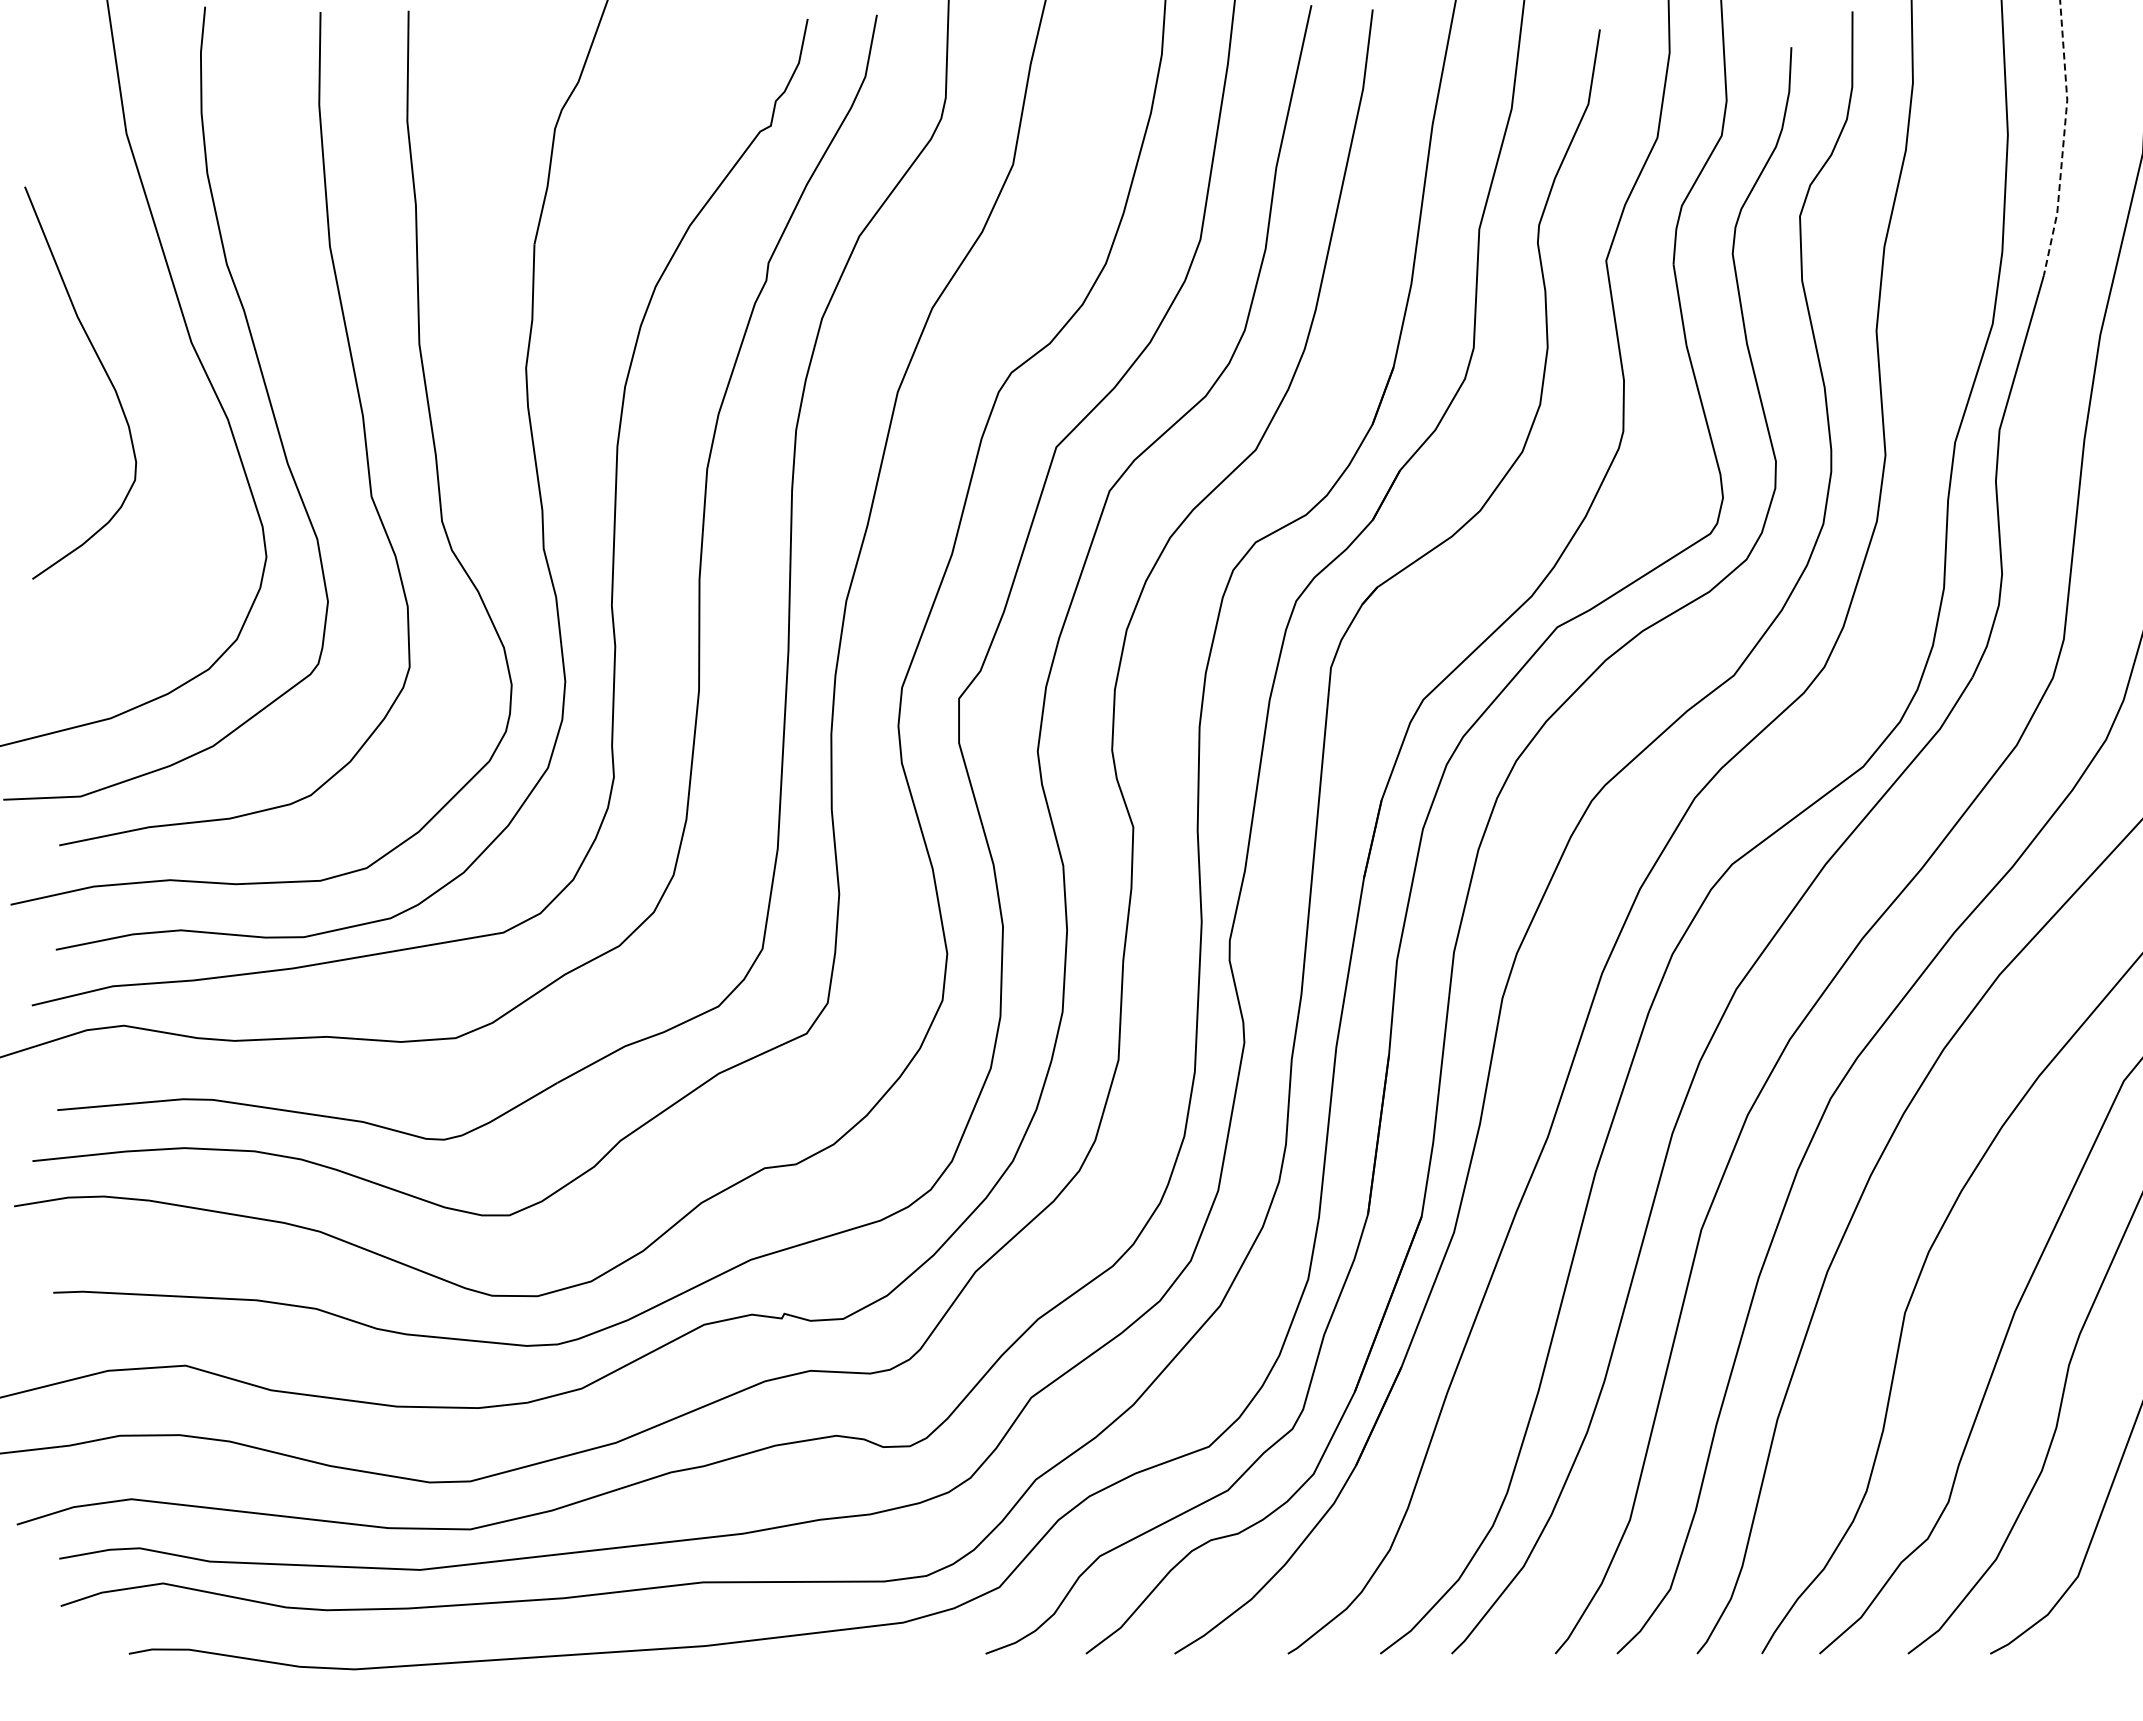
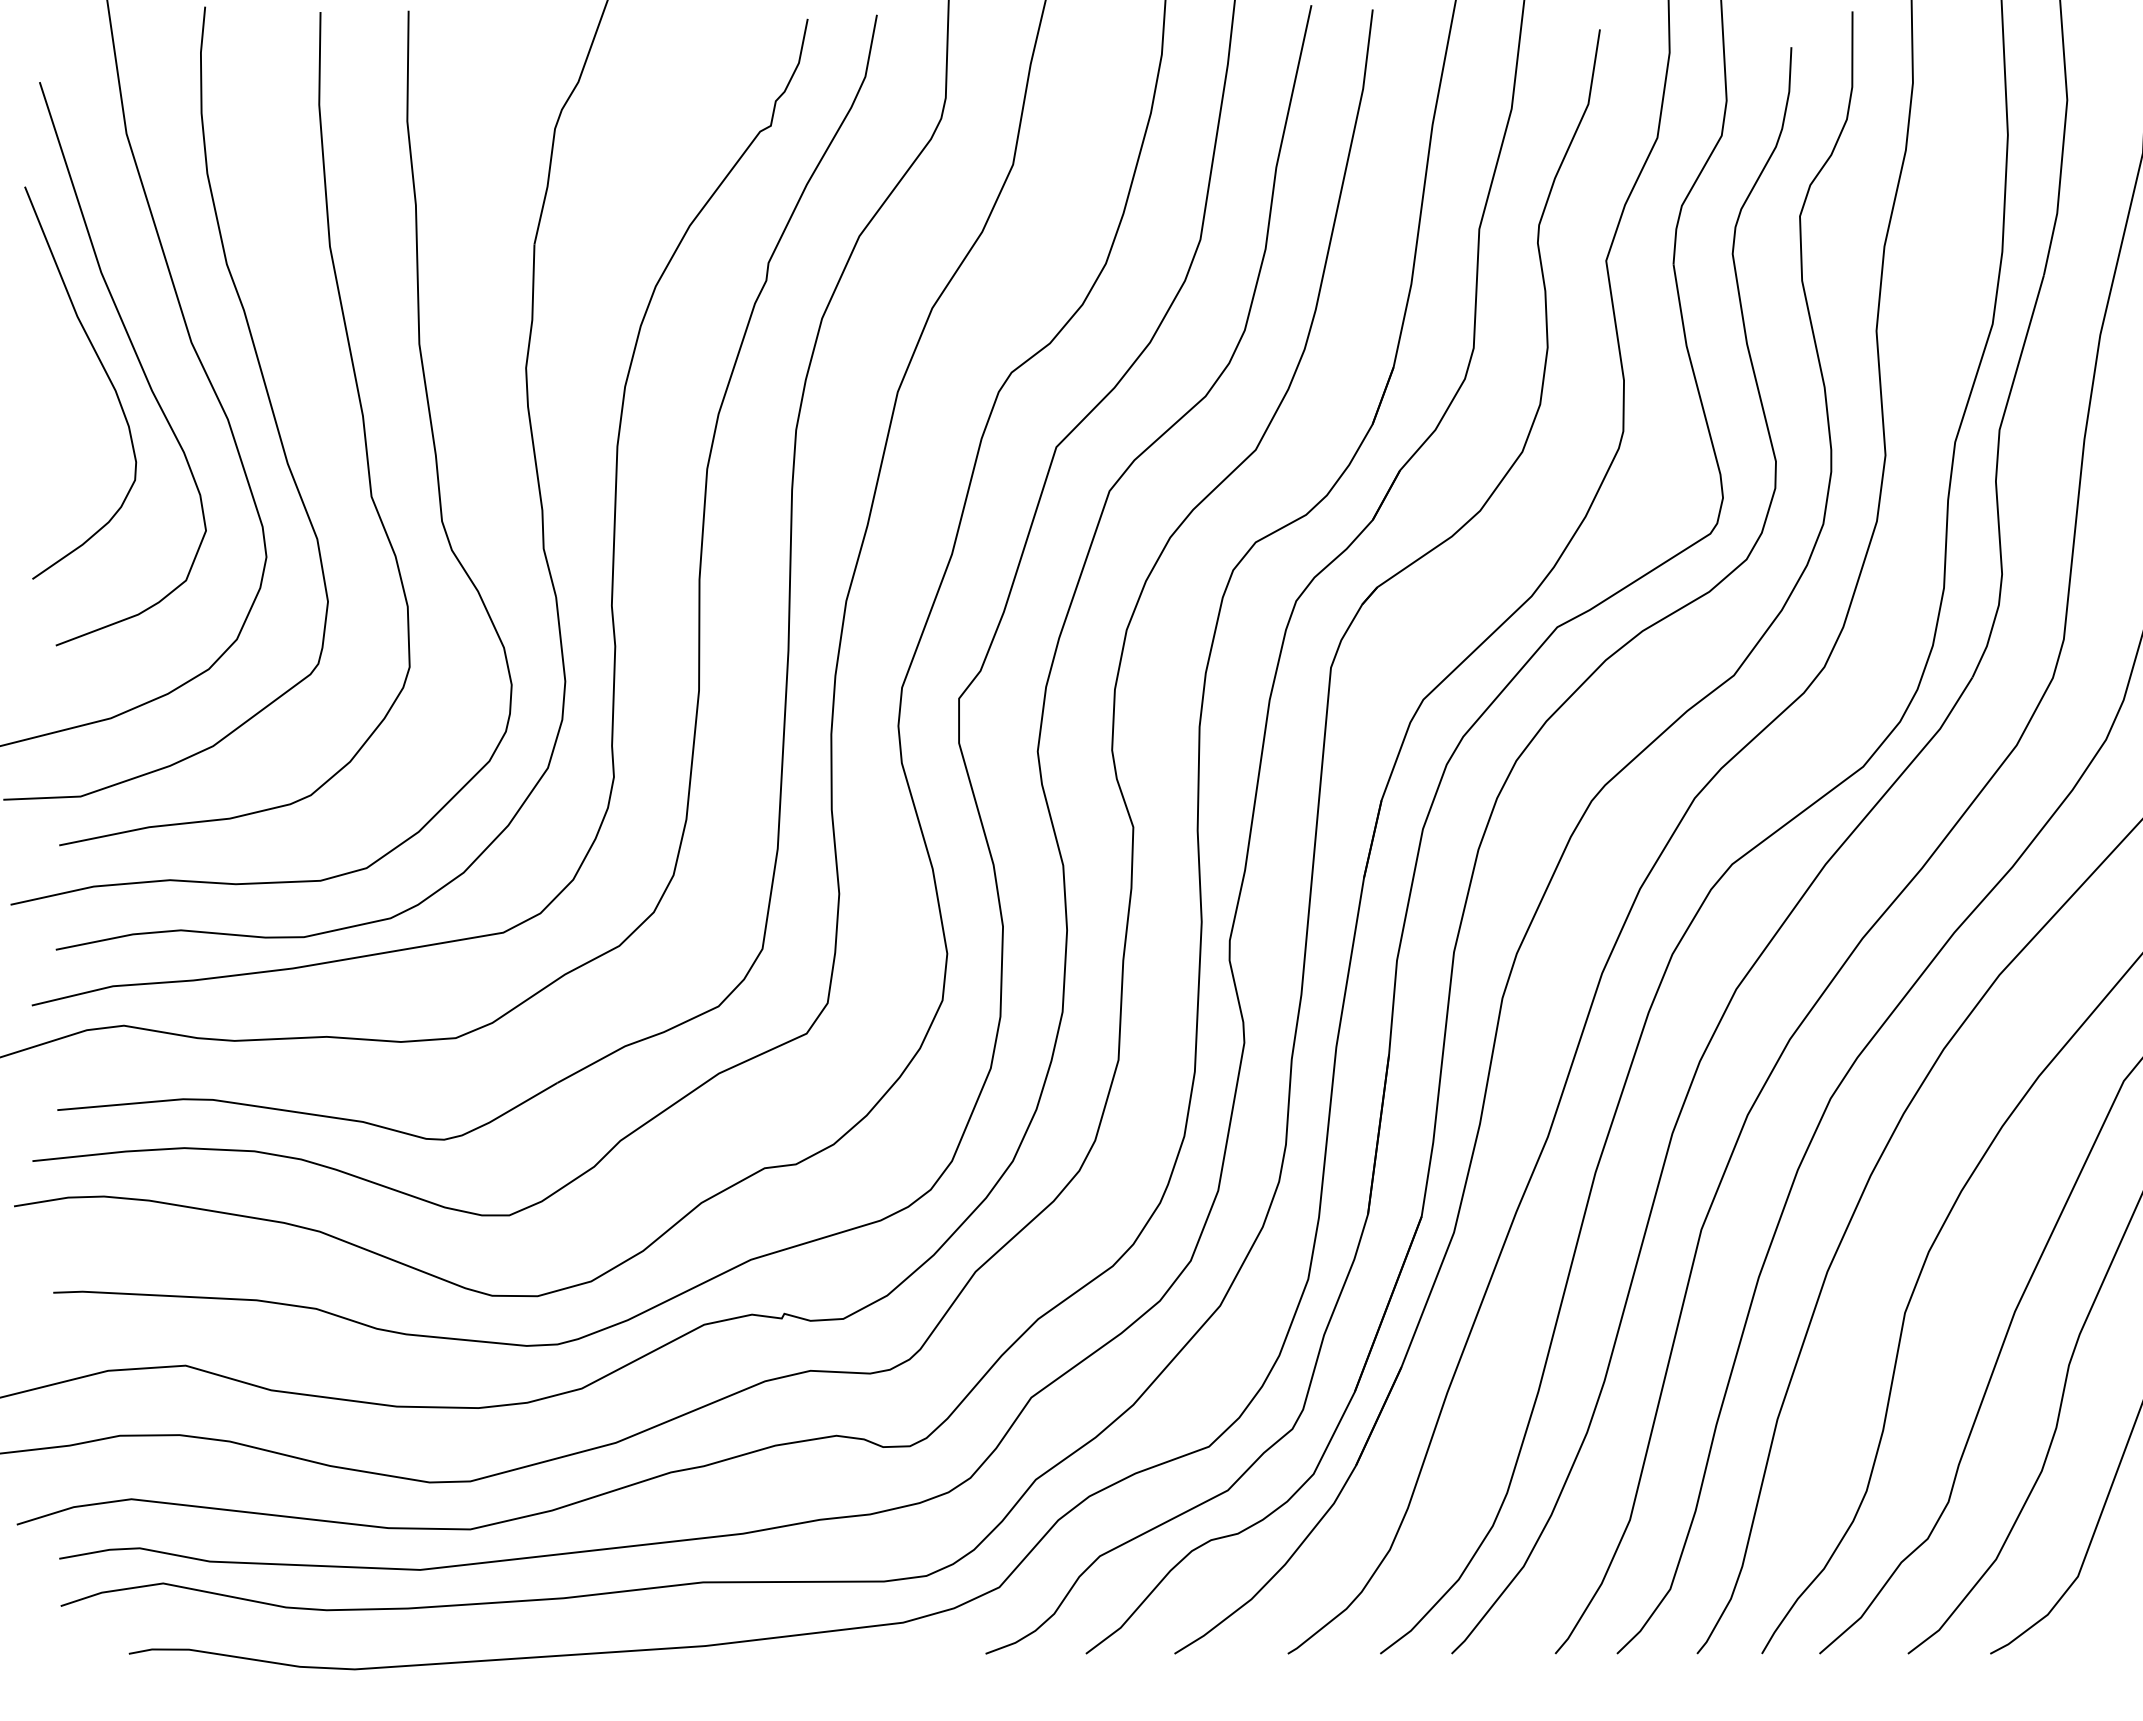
line at (2063, 138): dashed -> solid
curve at (136, 357): none -> present
